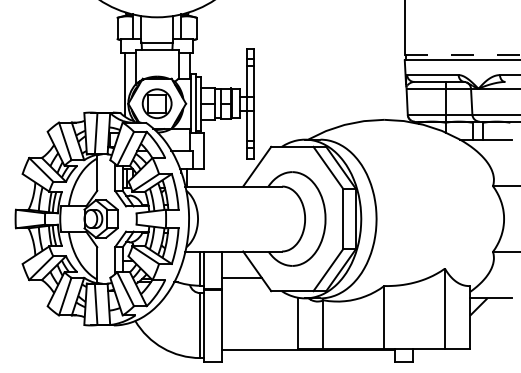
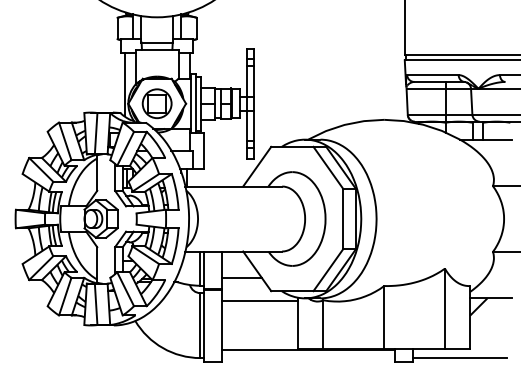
line at (462, 54): dashed -> solid
line at (260, 301): none -> present
line at (460, 358): none -> present
